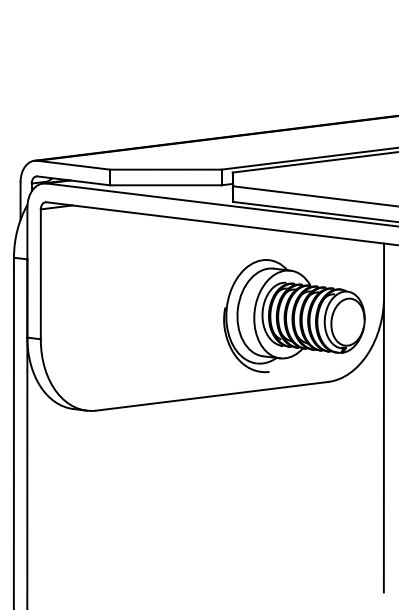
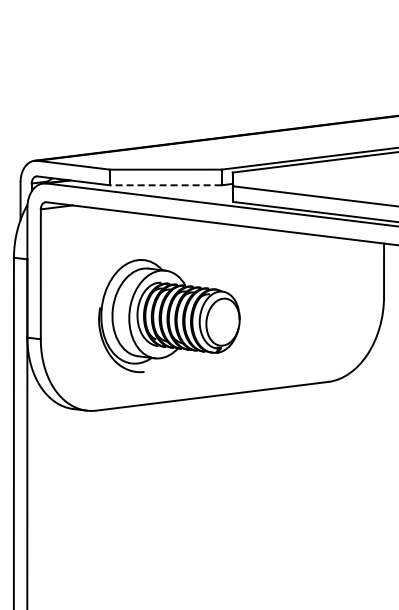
line at (165, 185): solid -> dashed
part at (294, 316) position: (294, 316) -> (169, 316)
line at (383, 446): present -> none
